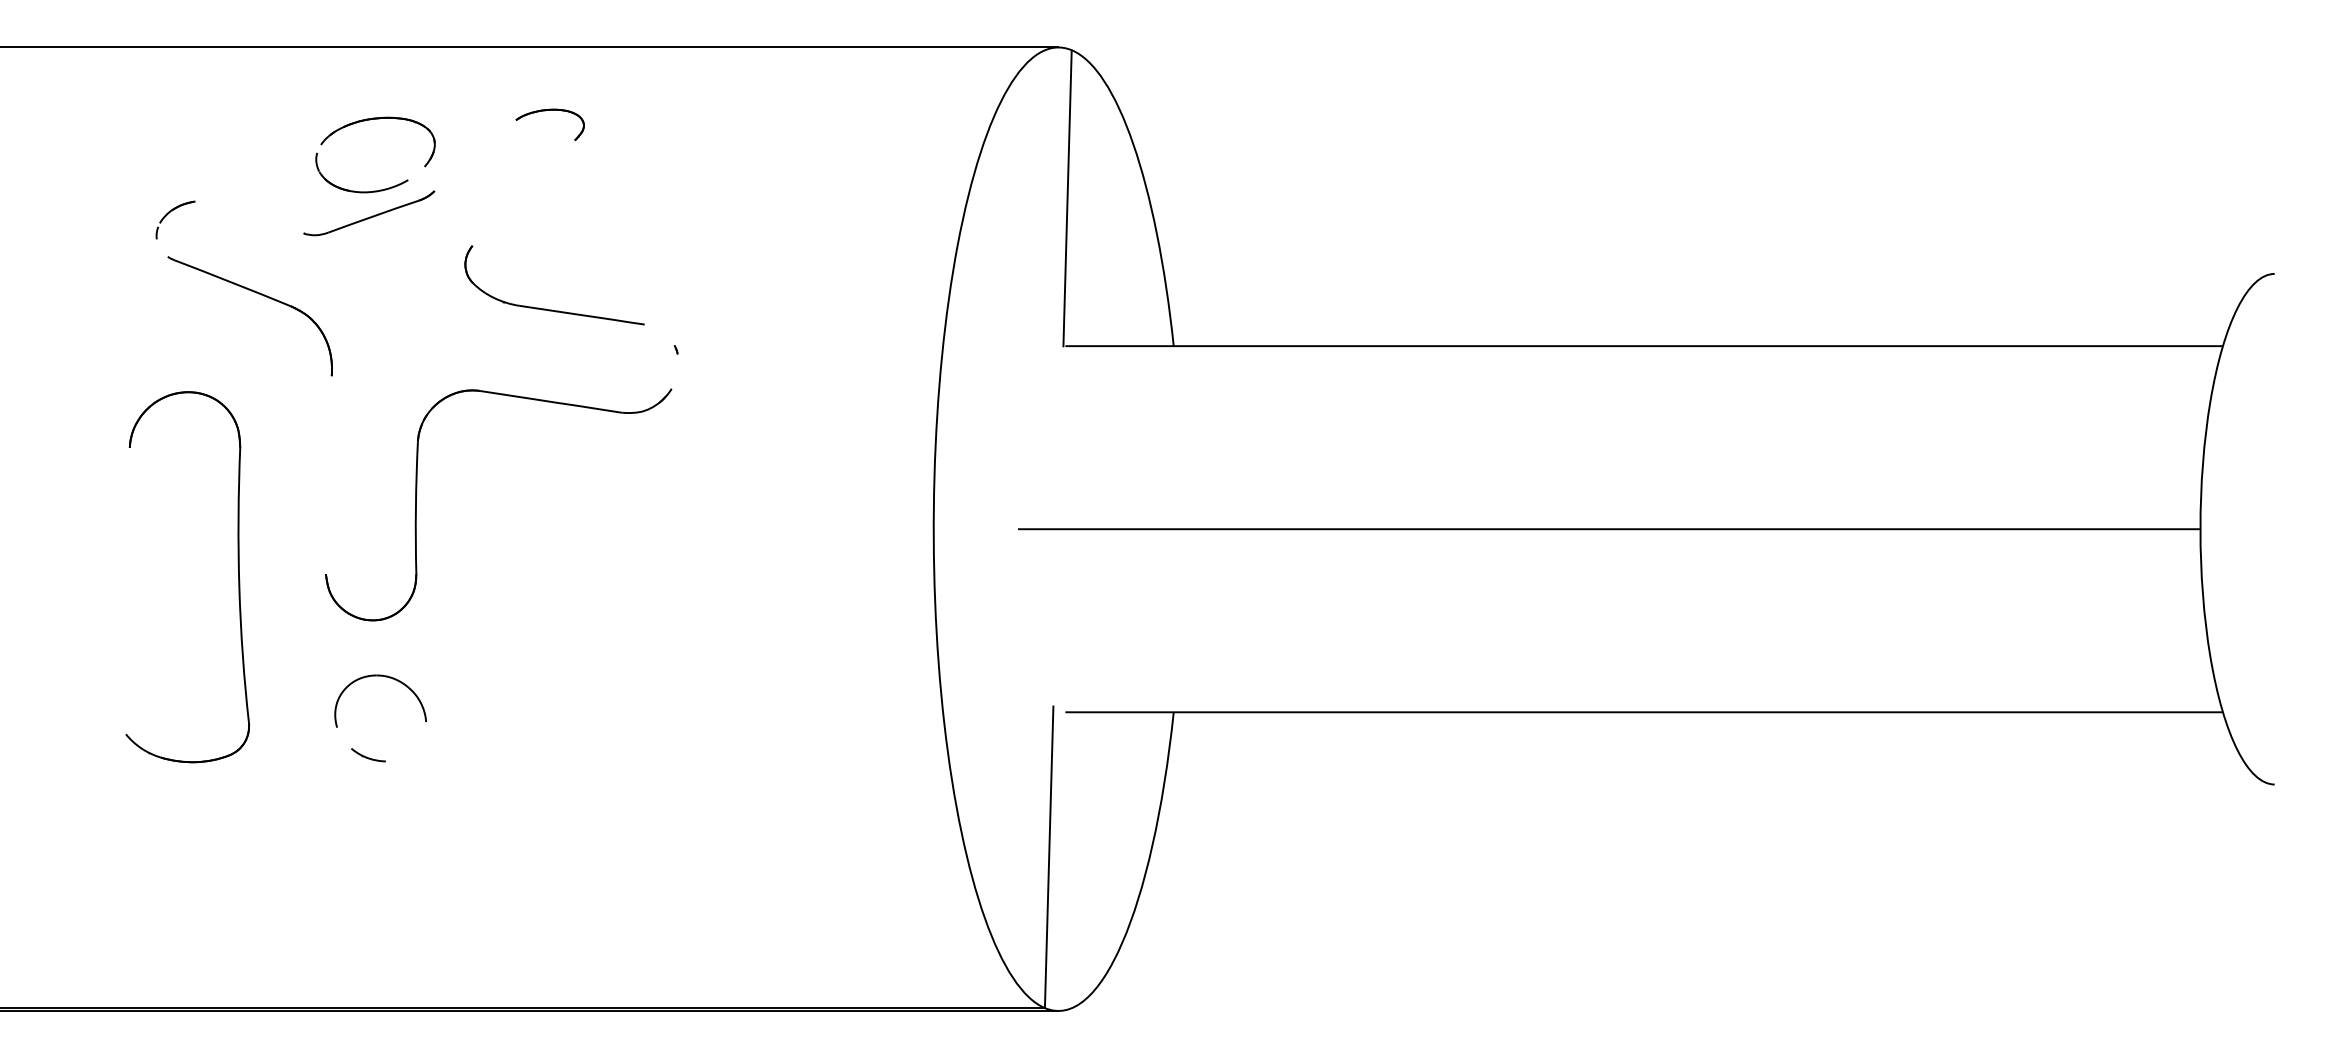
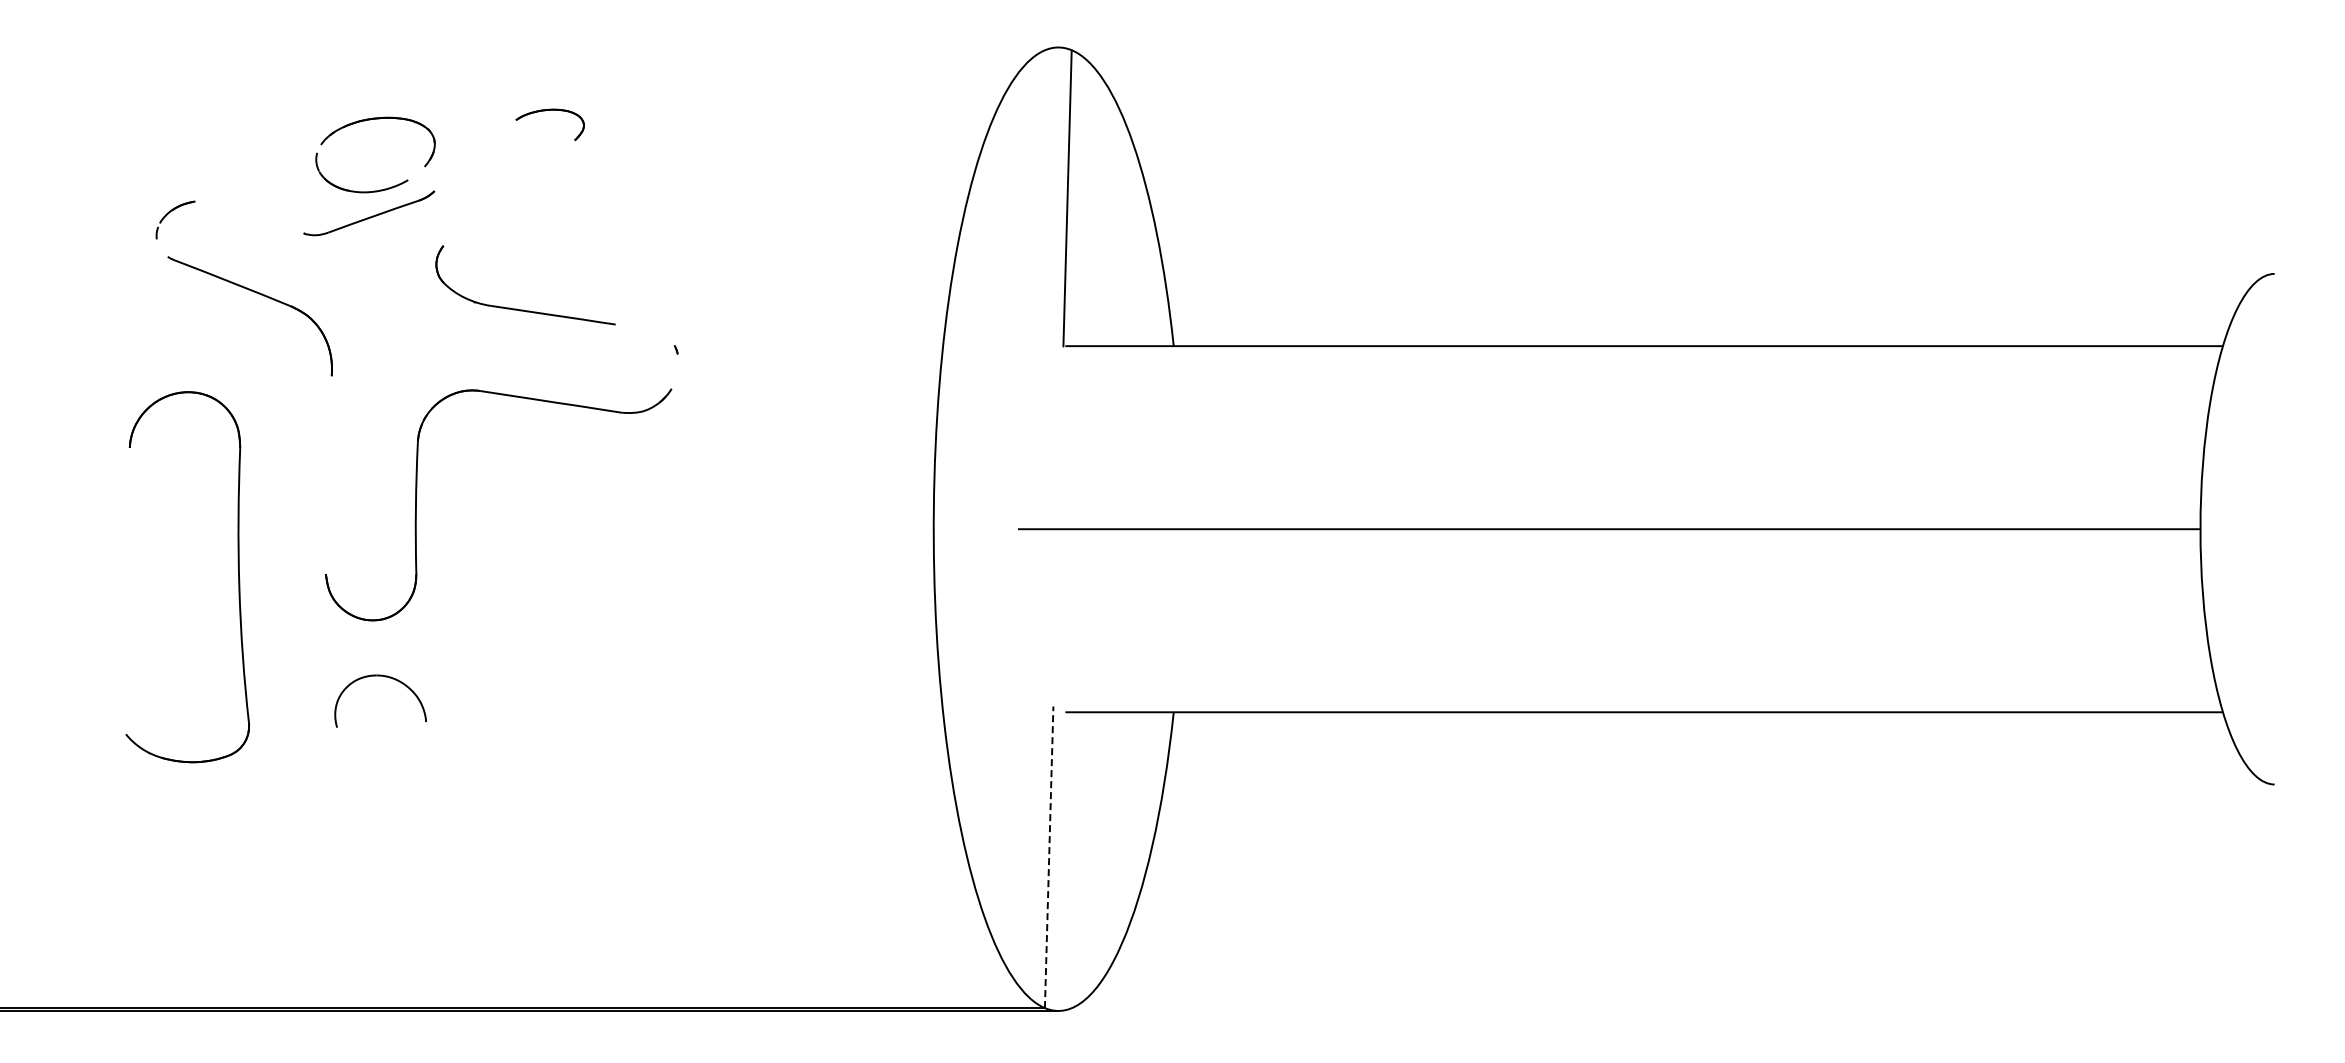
line at (530, 47): present -> none
part at (552, 309) position: (552, 309) -> (523, 309)
part at (368, 755): present -> none
line at (1049, 857): solid -> dashed
